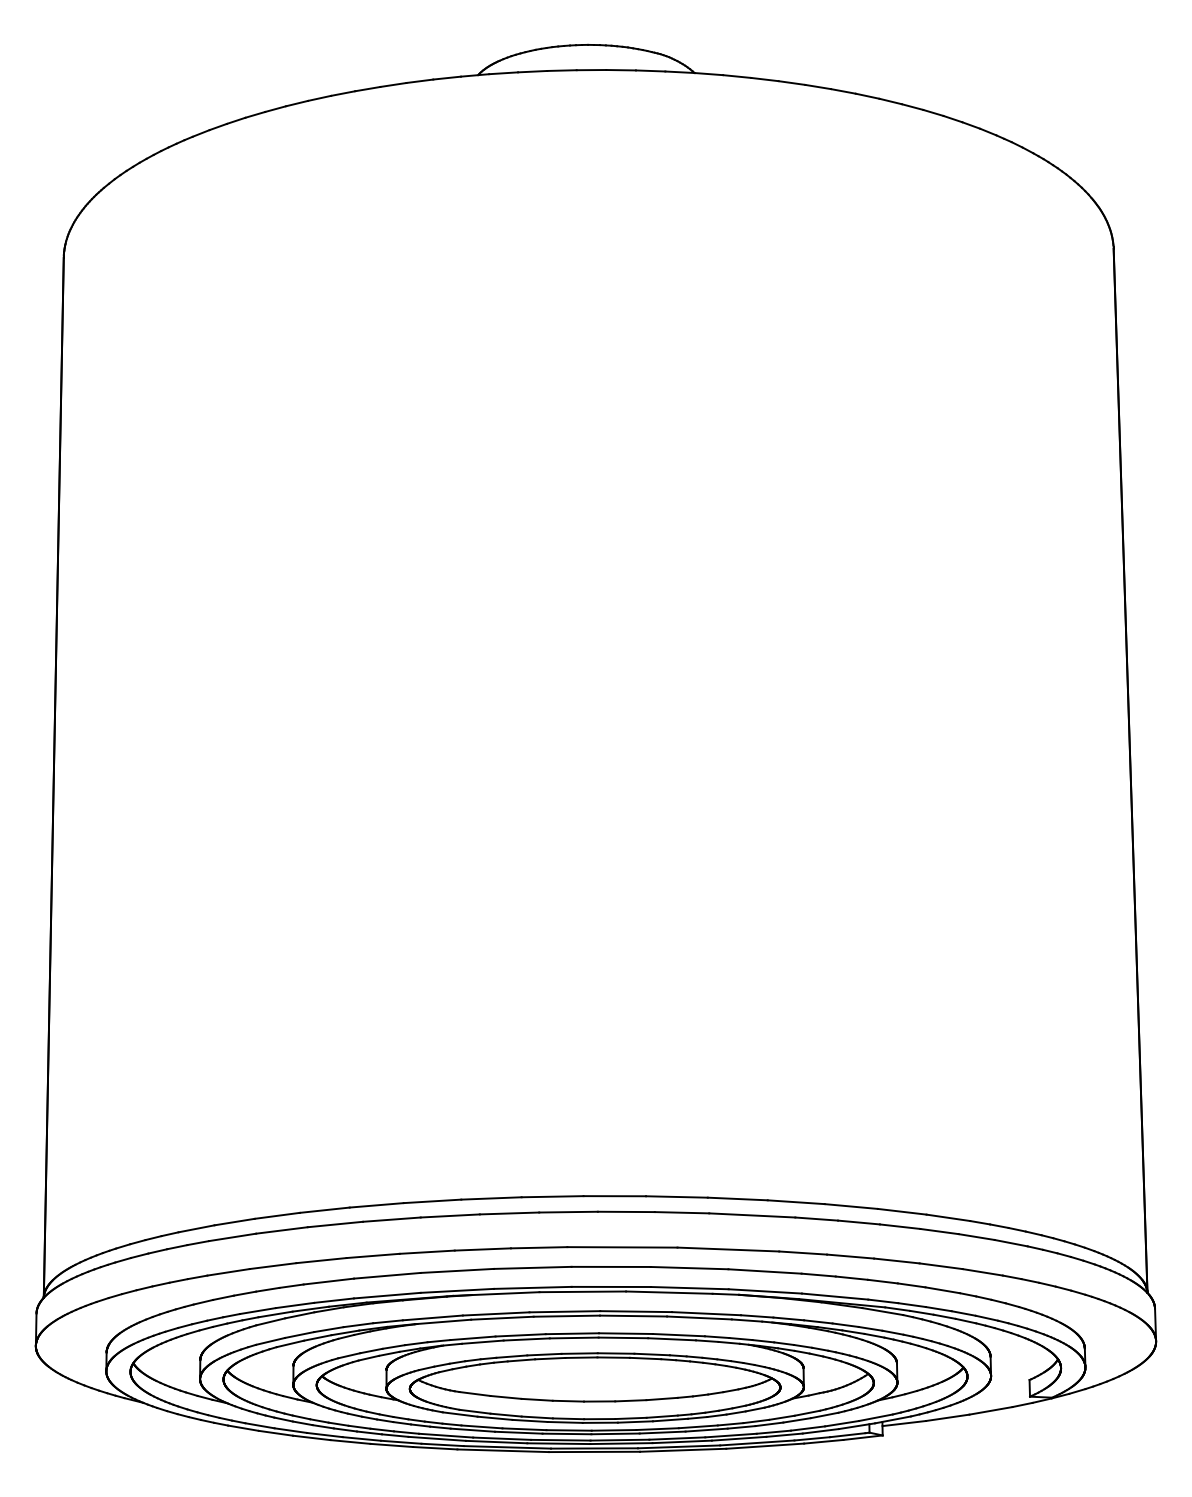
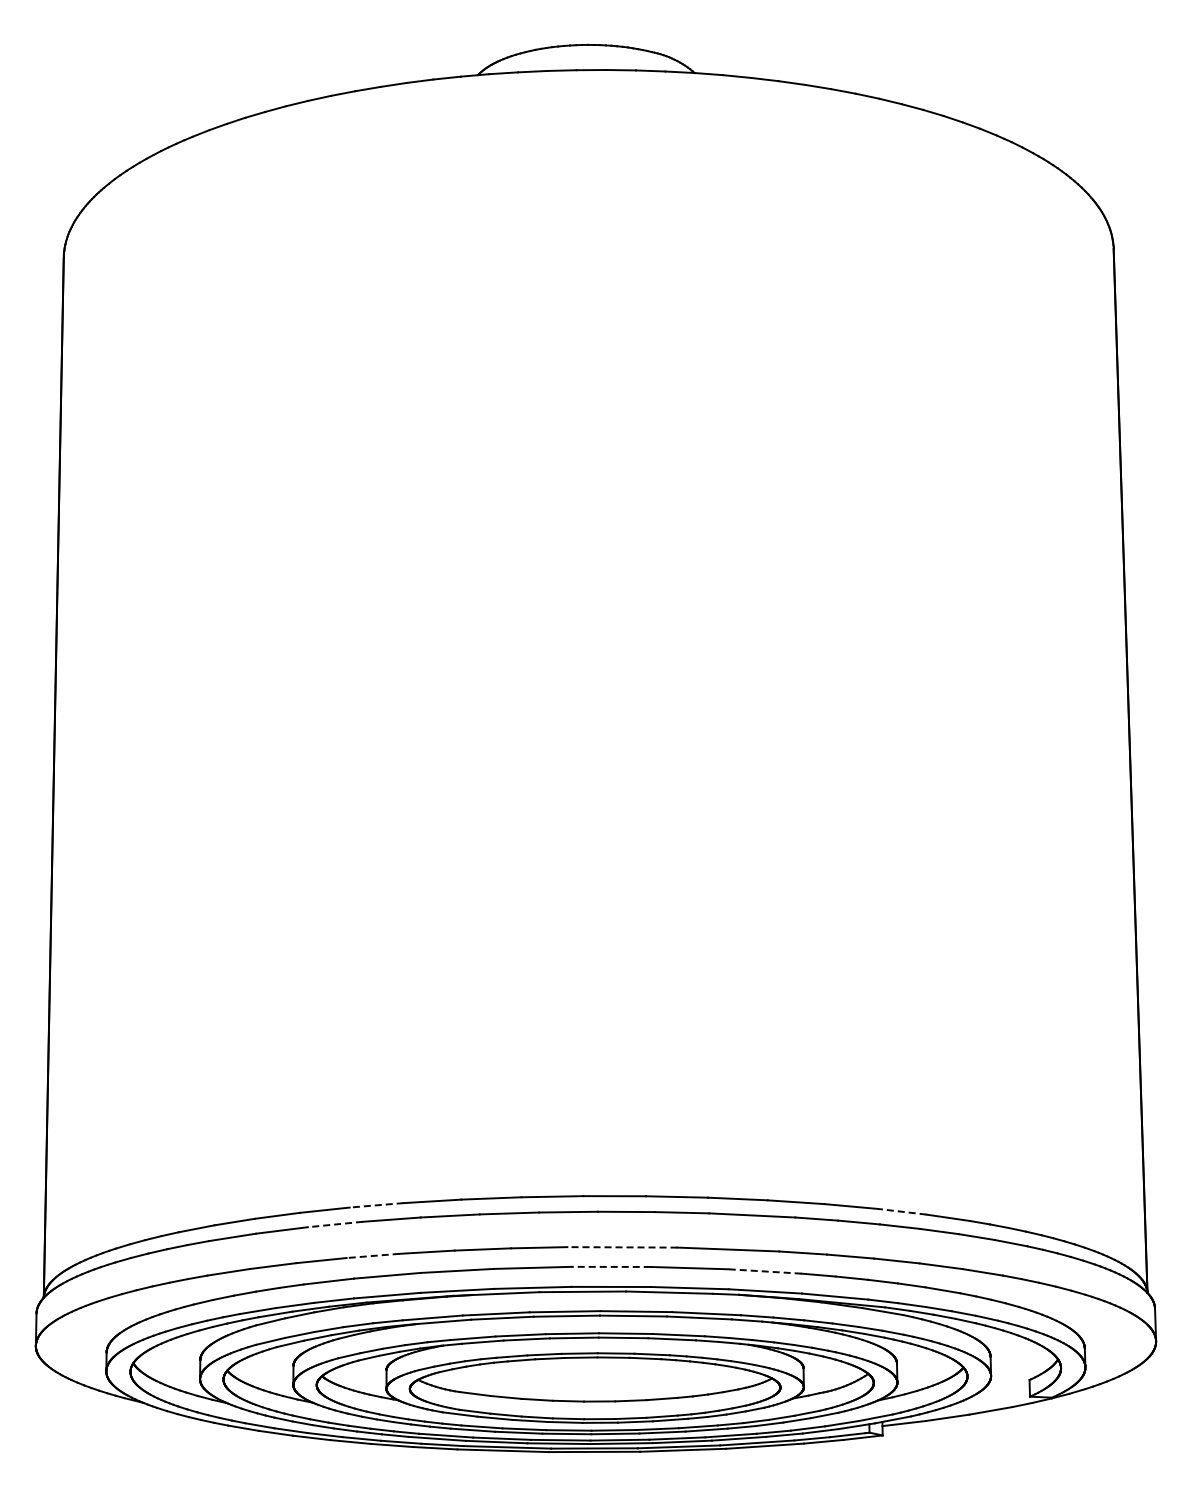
line at (376, 1205): solid -> dashed
line at (901, 1211): solid -> dashed
line at (335, 1224): solid -> dashed
line at (621, 1247): solid -> dashed
line at (373, 1255): solid -> dashed
line at (611, 1266): solid -> dashed
line at (765, 1271): solid -> dashed
